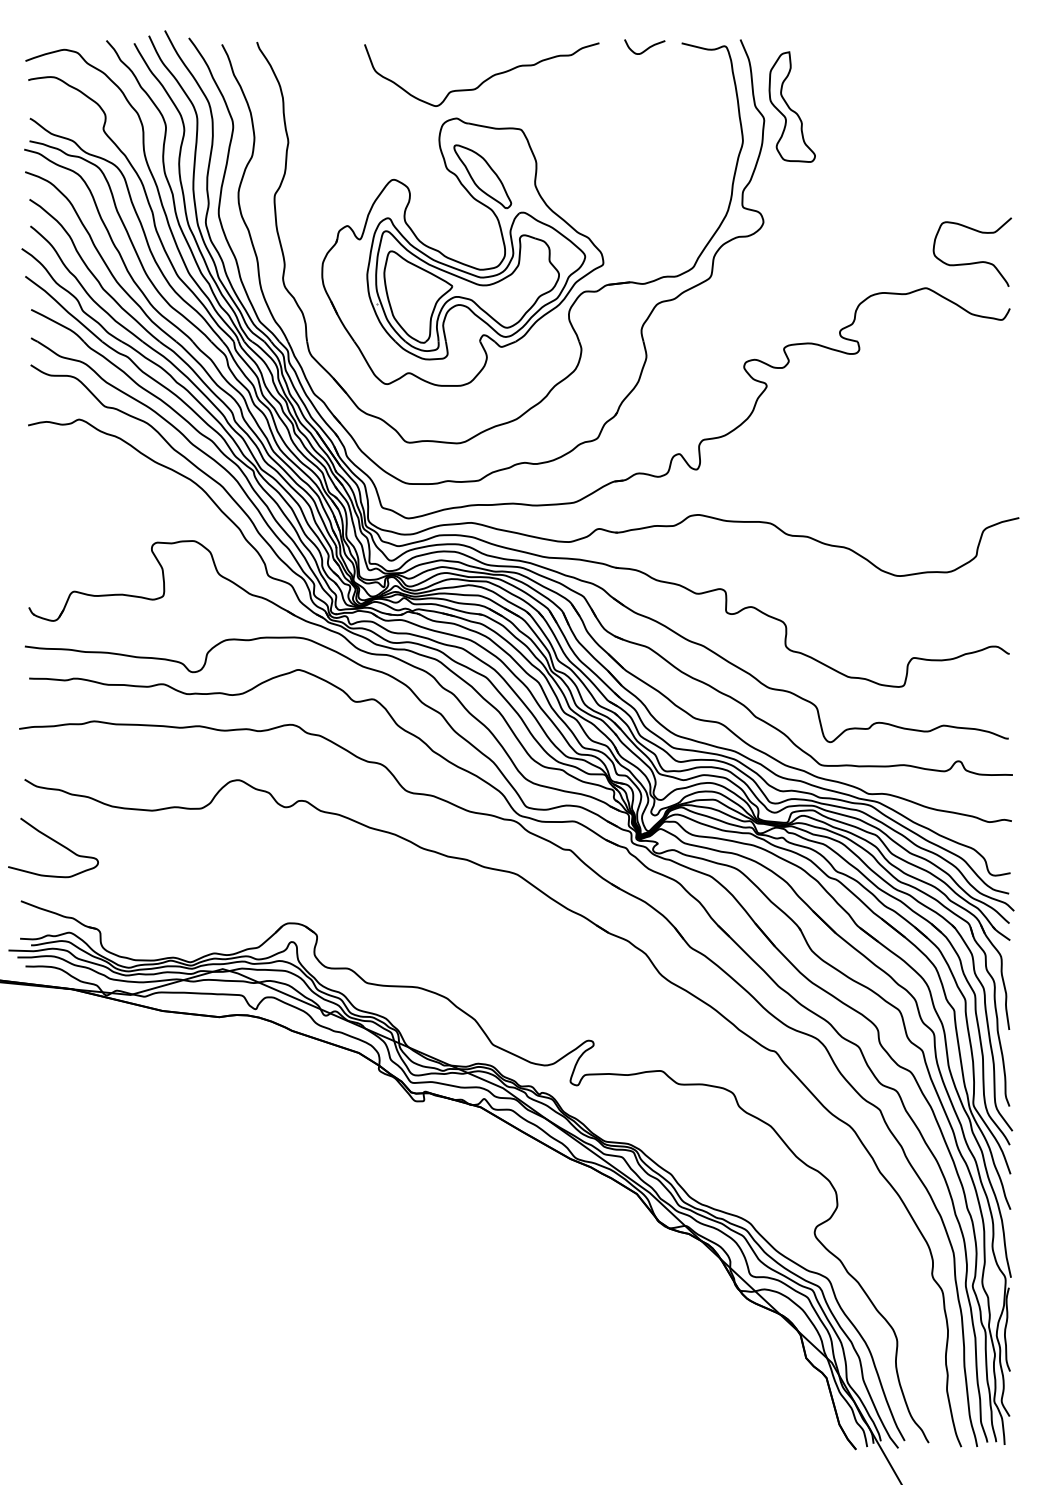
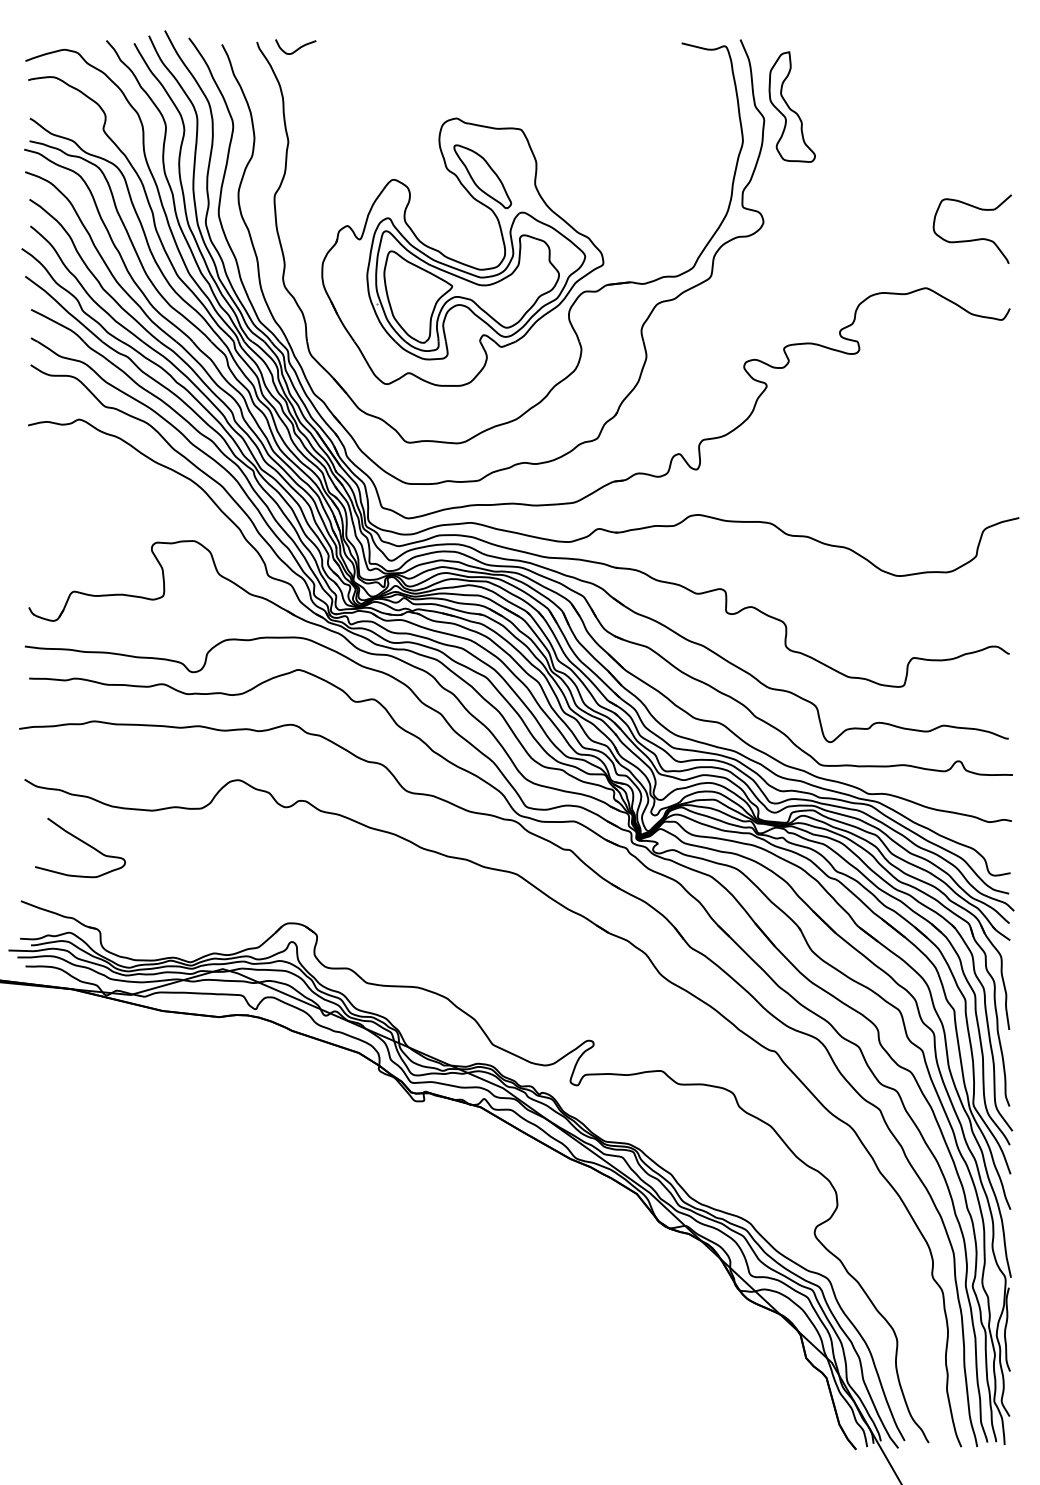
curve at (646, 48) position: (646, 48) -> (297, 48)
curve at (485, 79): present -> none
curve at (971, 262) position: (971, 262) -> (971, 239)
curve at (56, 843) position: (56, 843) -> (83, 843)
